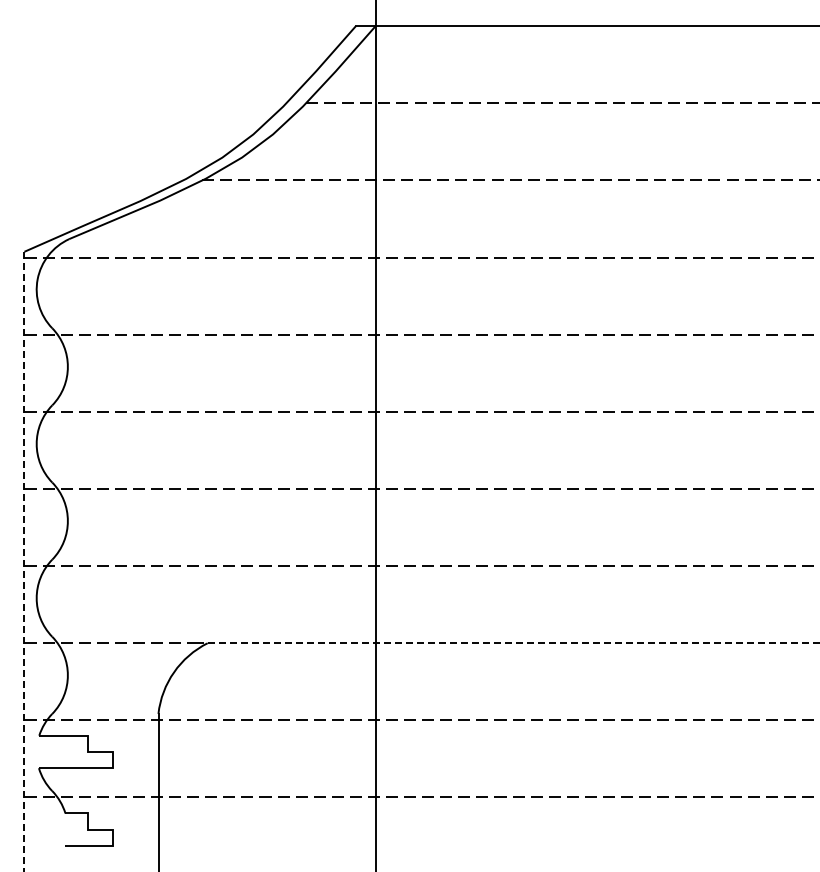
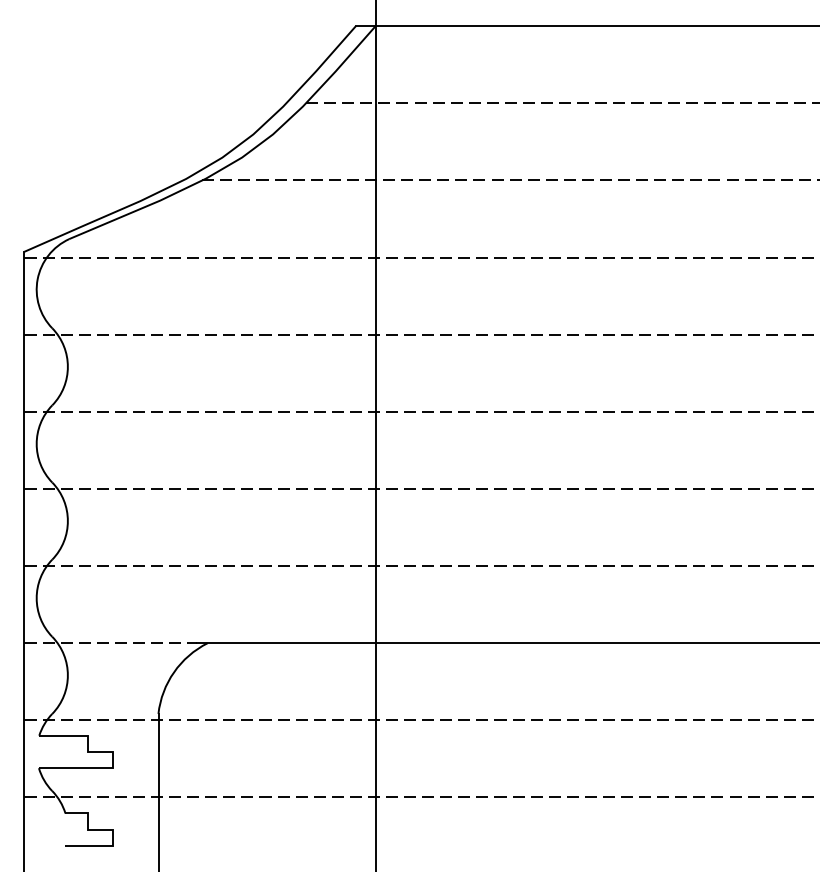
line at (24, 561): dashed -> solid
line at (508, 643): dashed -> solid
